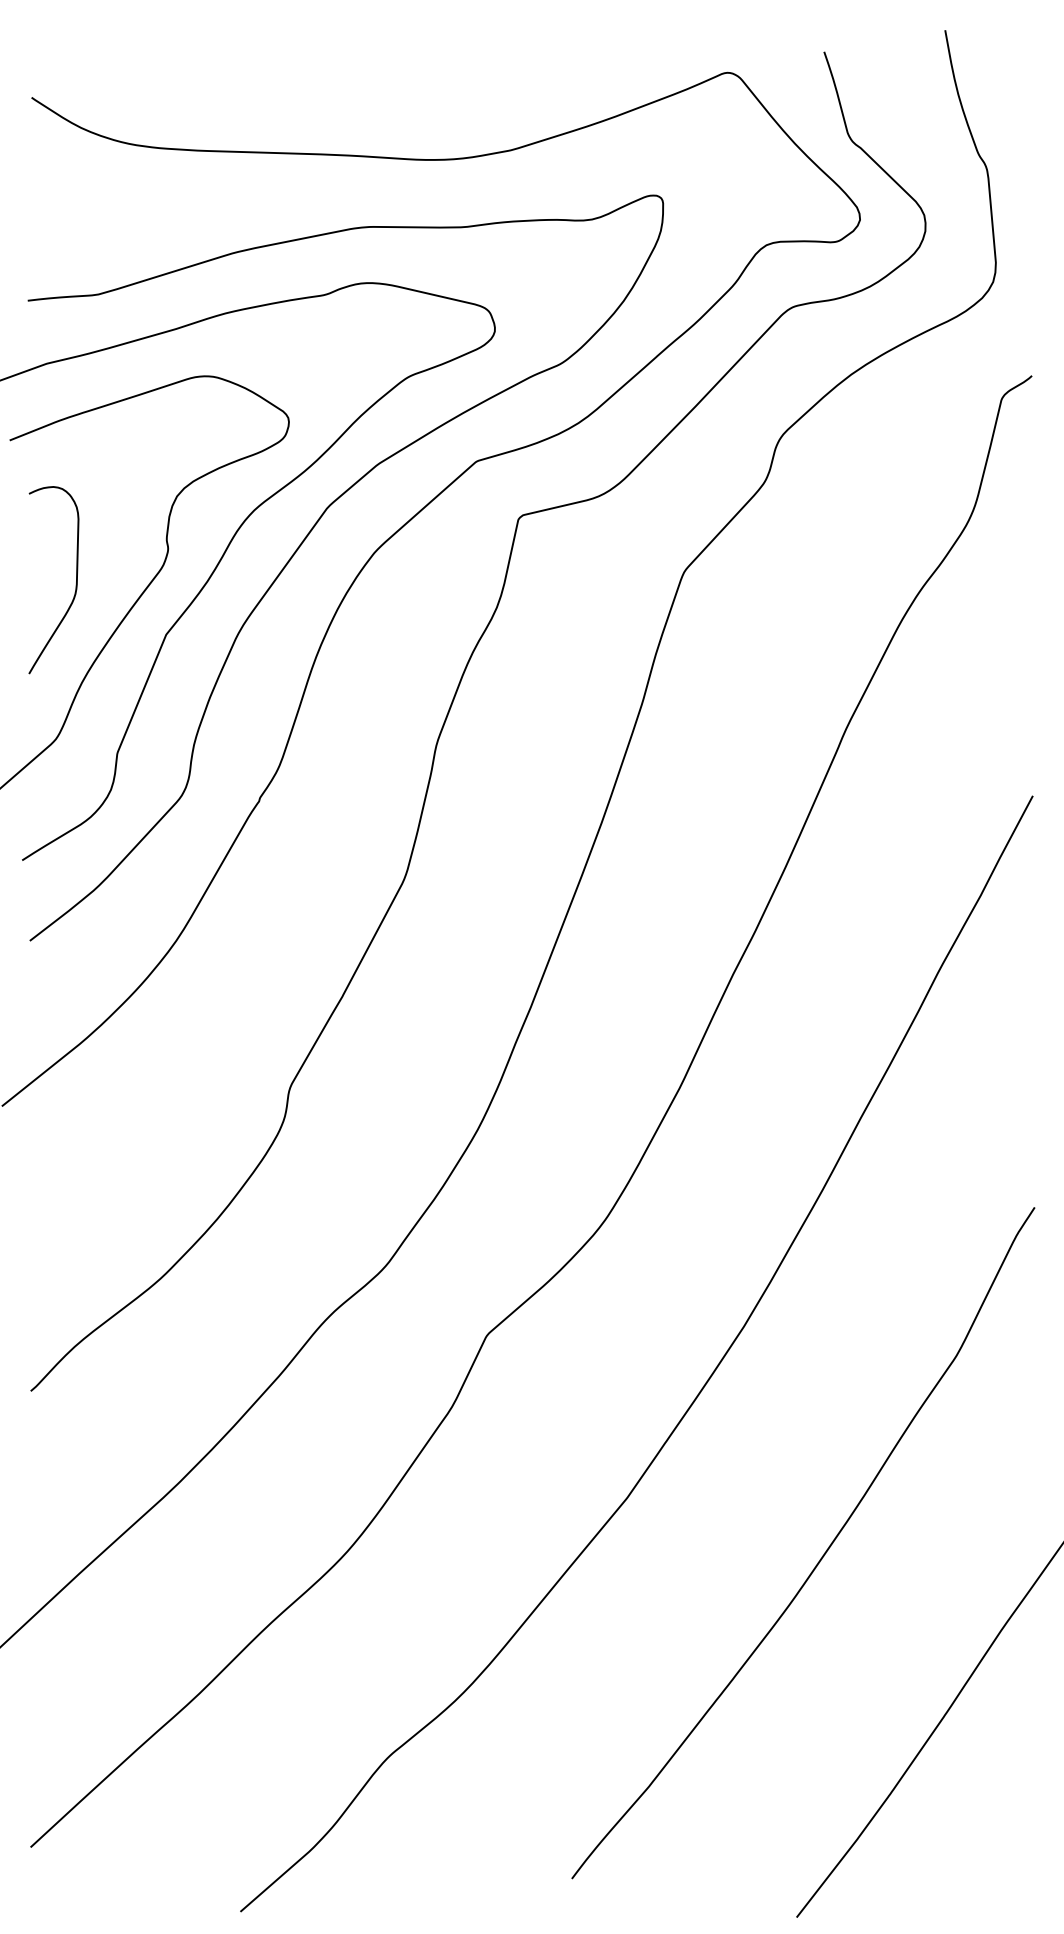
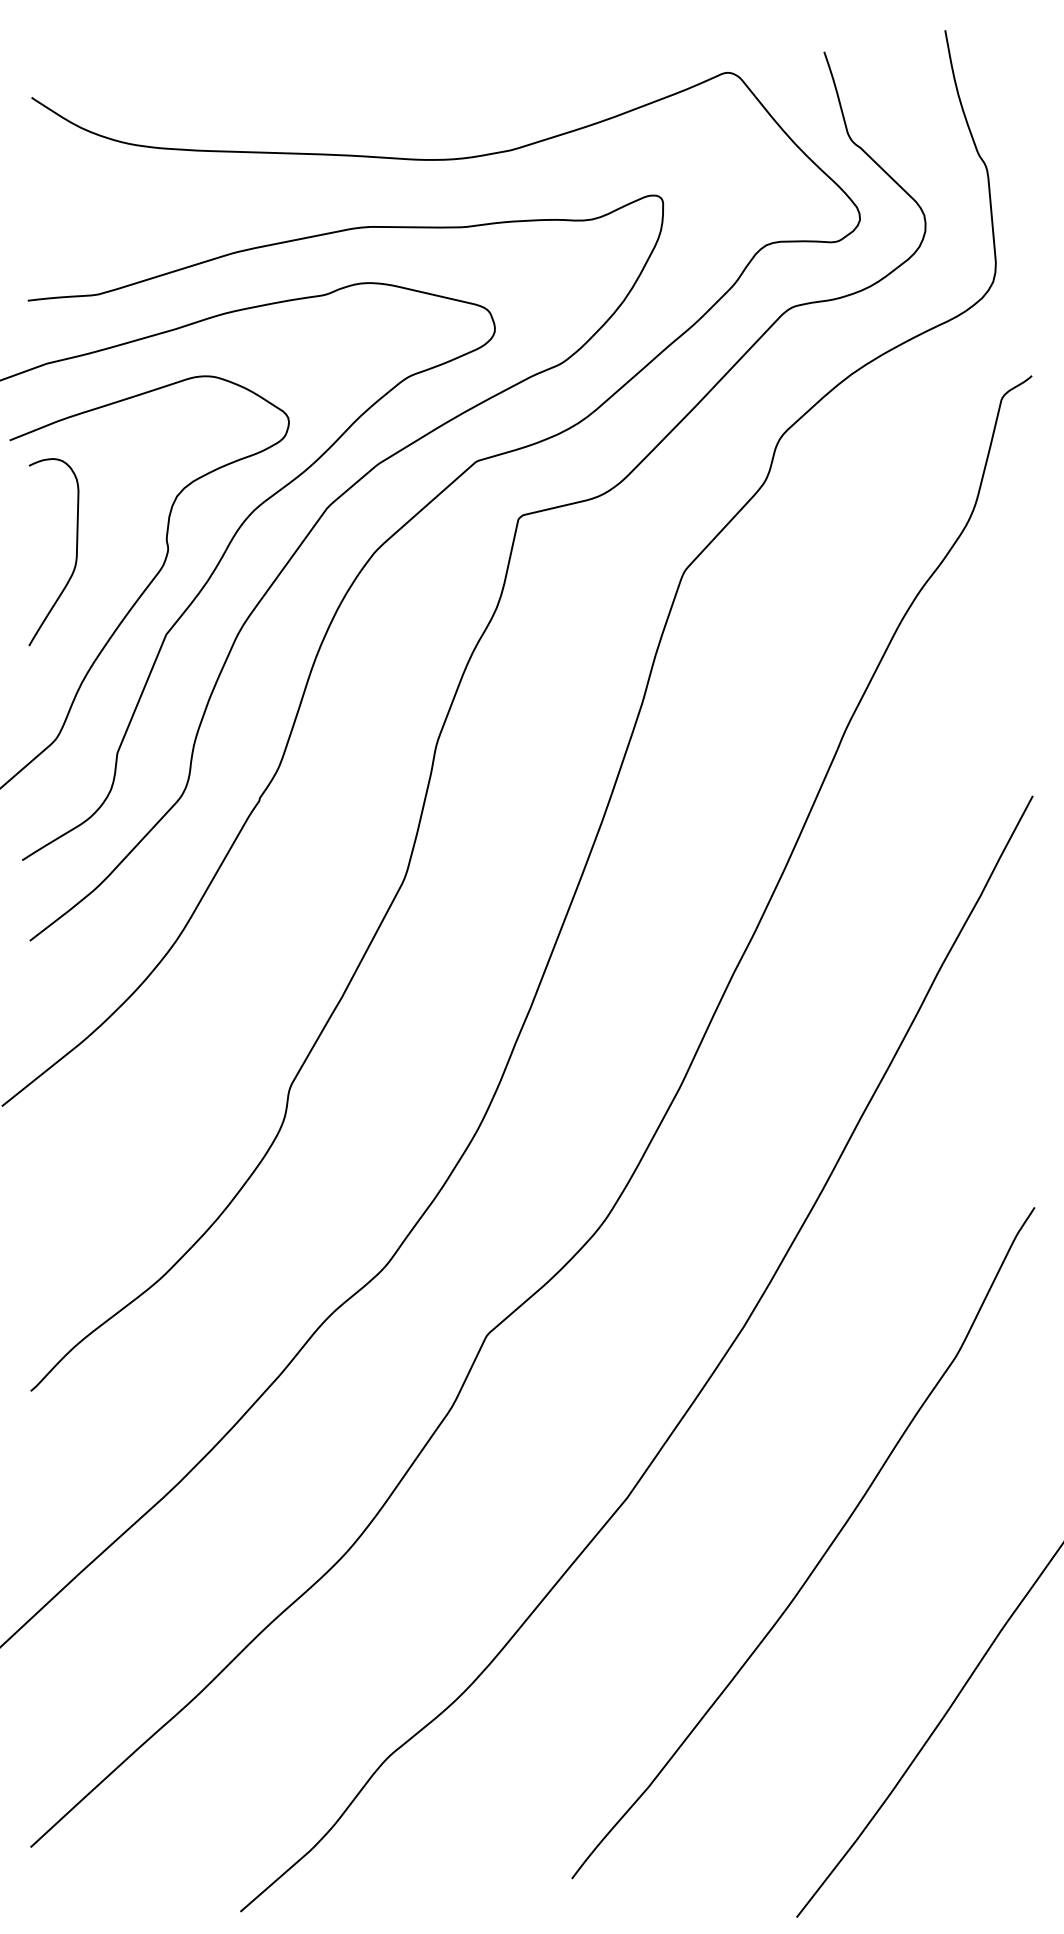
curve at (75, 584) position: (75, 584) -> (75, 556)
